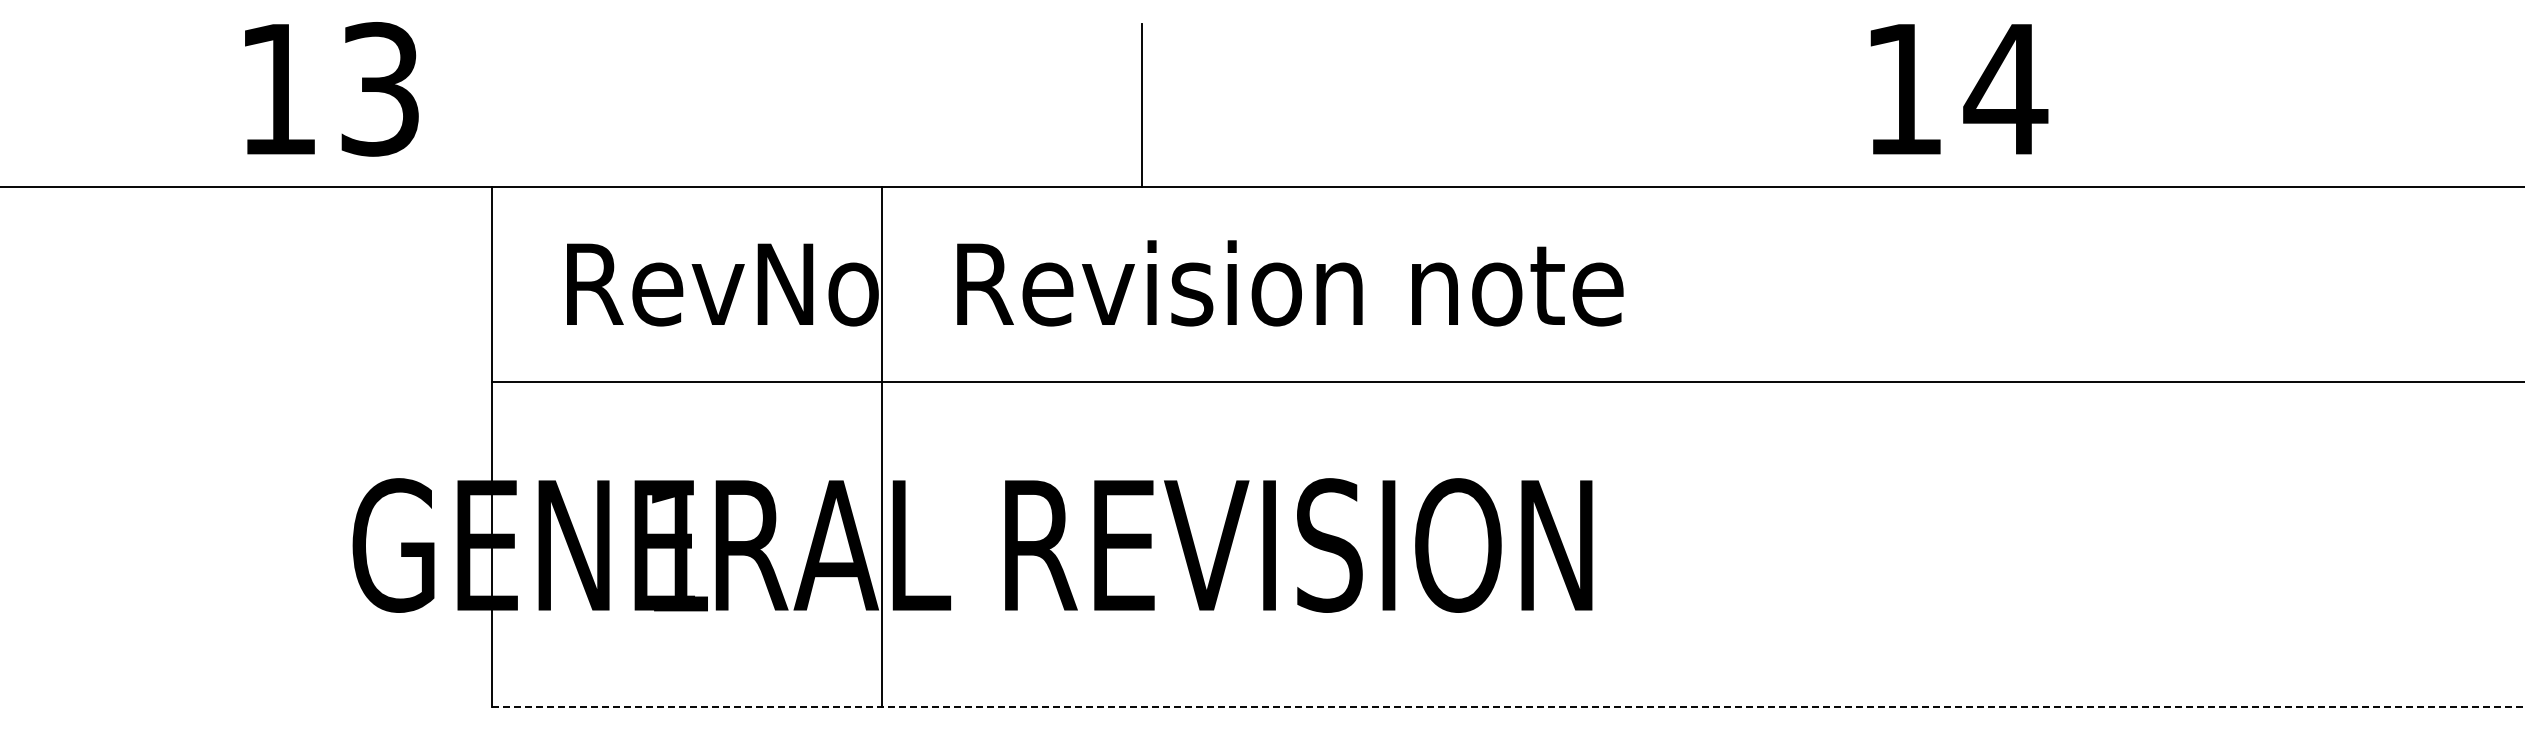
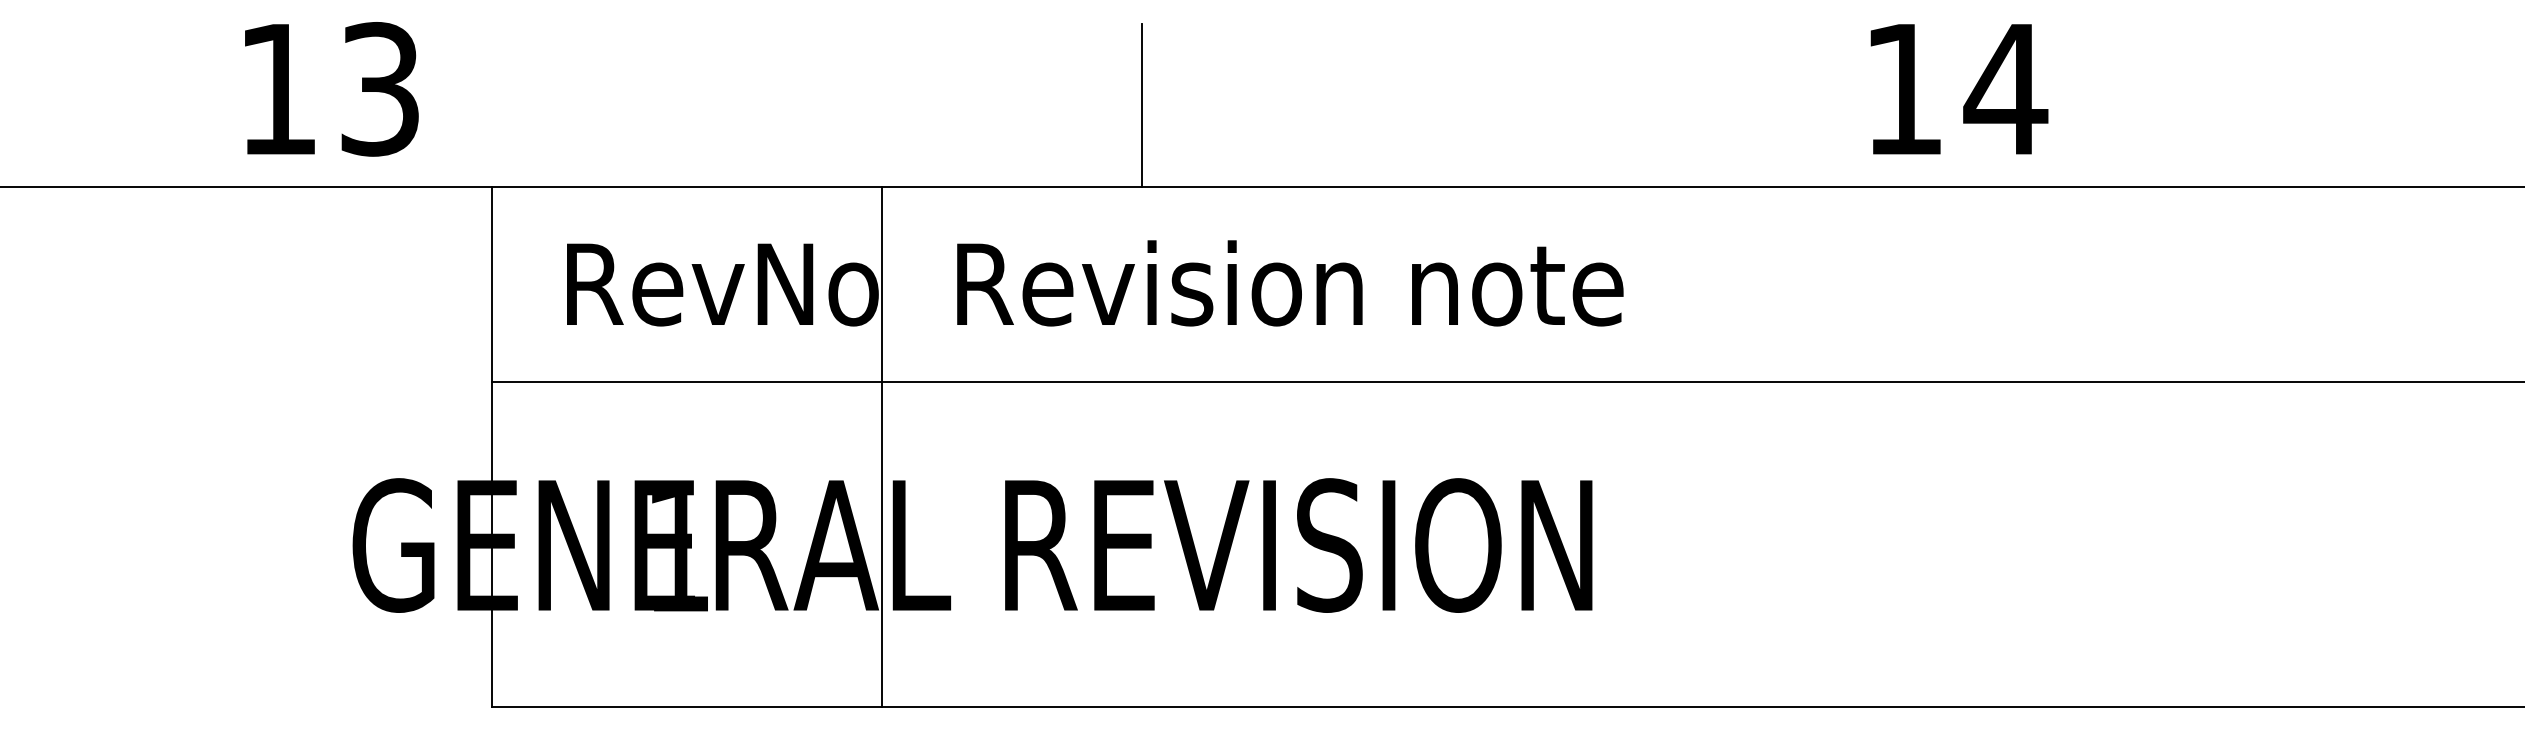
line at (1509, 707): dashed -> solid
